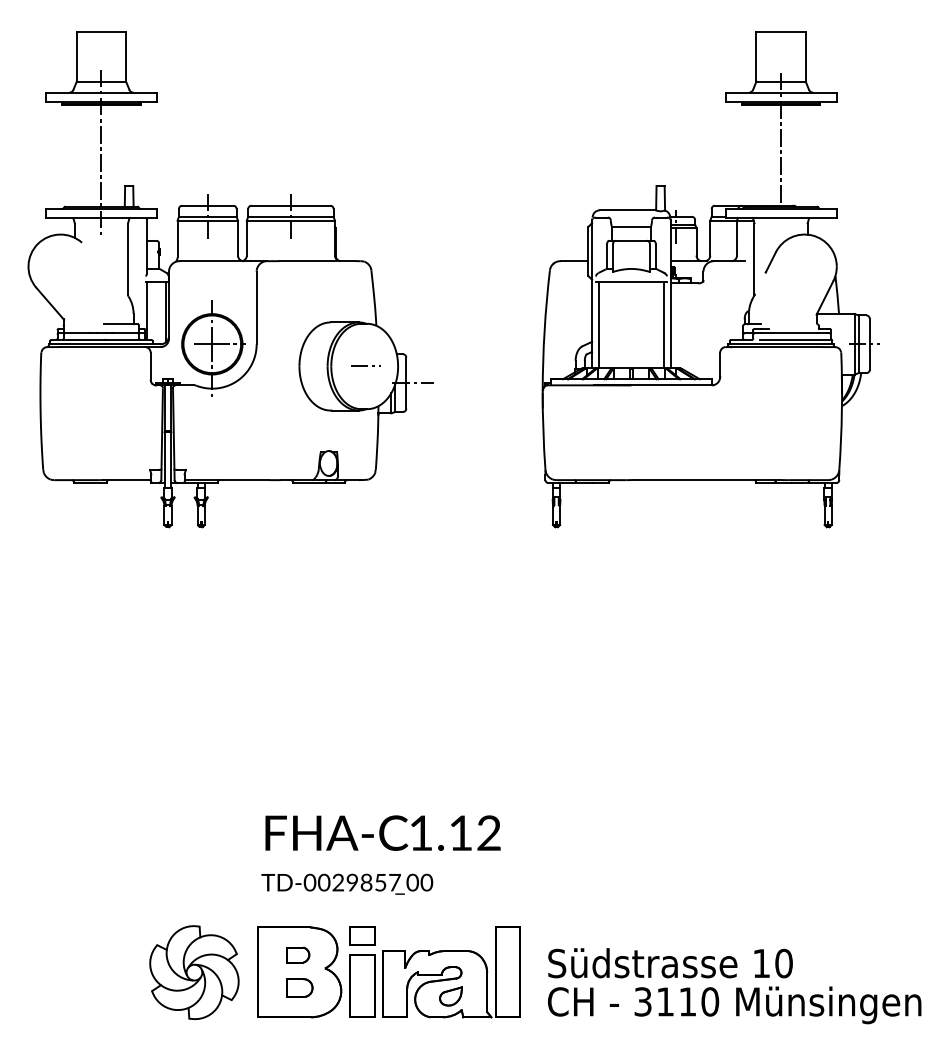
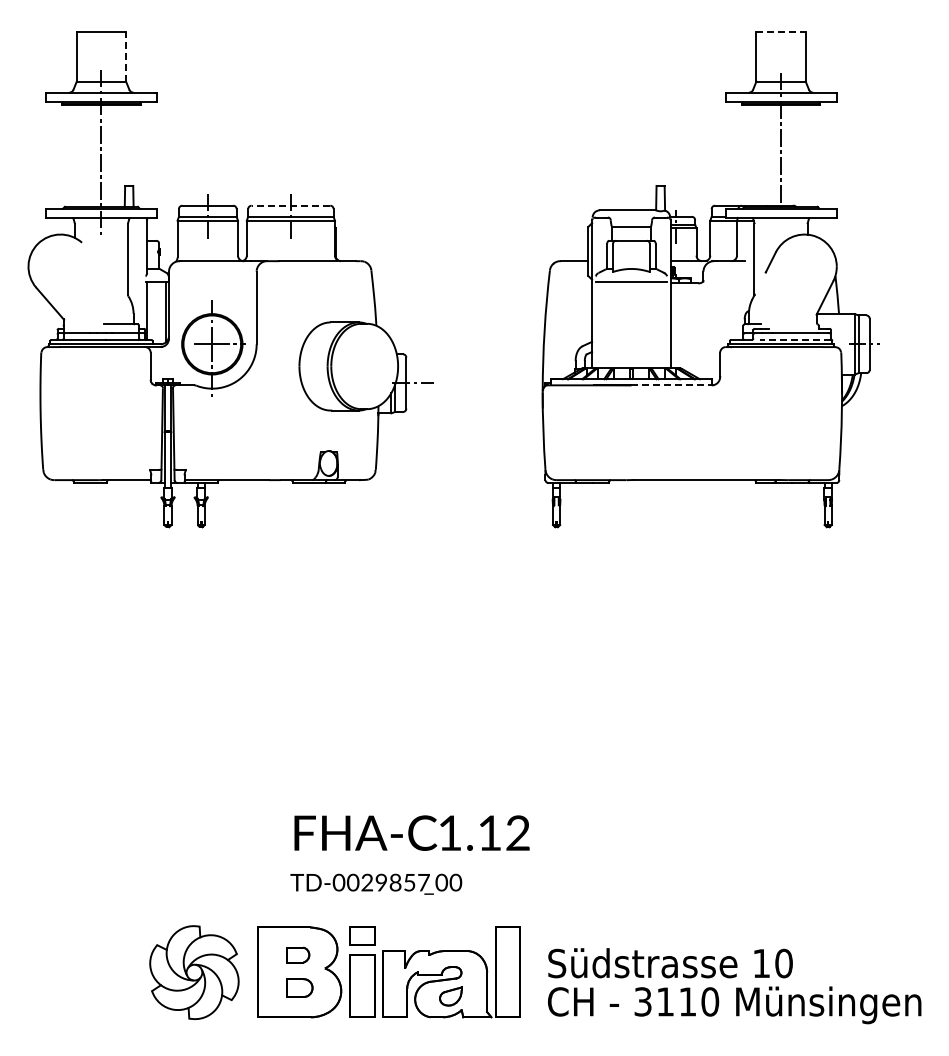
line at (781, 31): solid -> dashed
line at (126, 56): solid -> dashed
line at (290, 205): solid -> dashed
line at (599, 324): present -> none
line at (663, 324): present -> none
line at (794, 339): solid -> dashed
line at (365, 365): present -> none
line at (672, 385): solid -> dashed
text at (380, 854) position: (380, 854) -> (409, 854)
